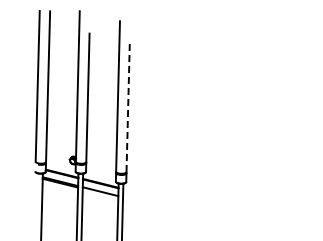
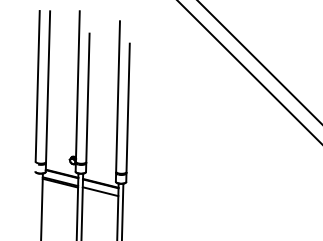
line at (259, 62): none -> present
line at (249, 72): none -> present
line at (128, 107): dashed -> solid
